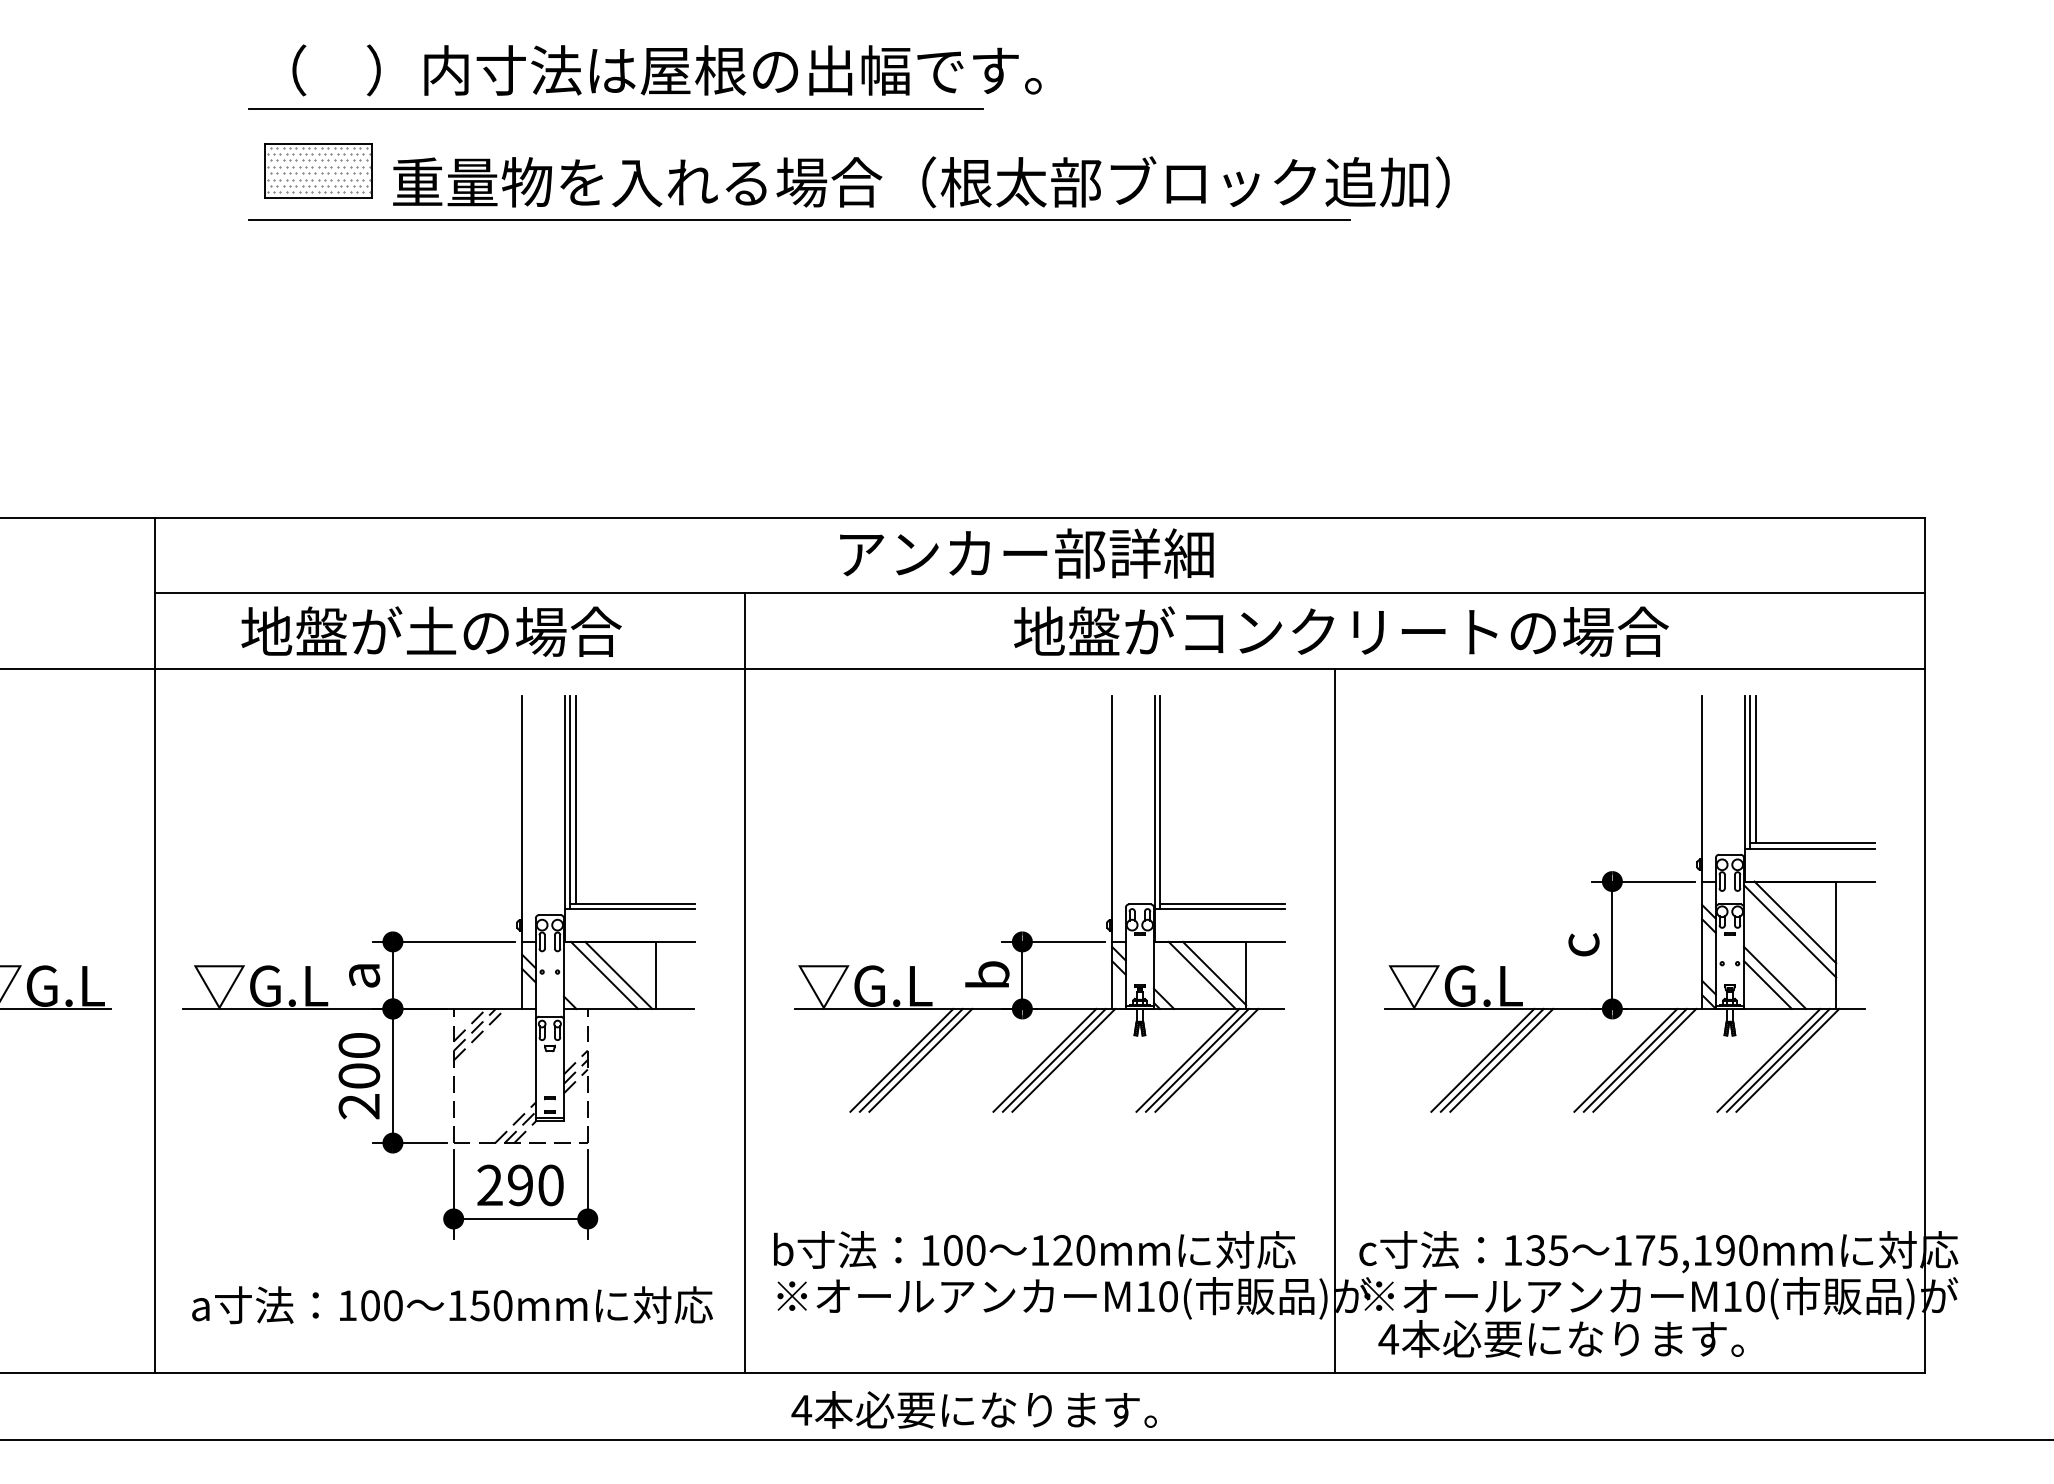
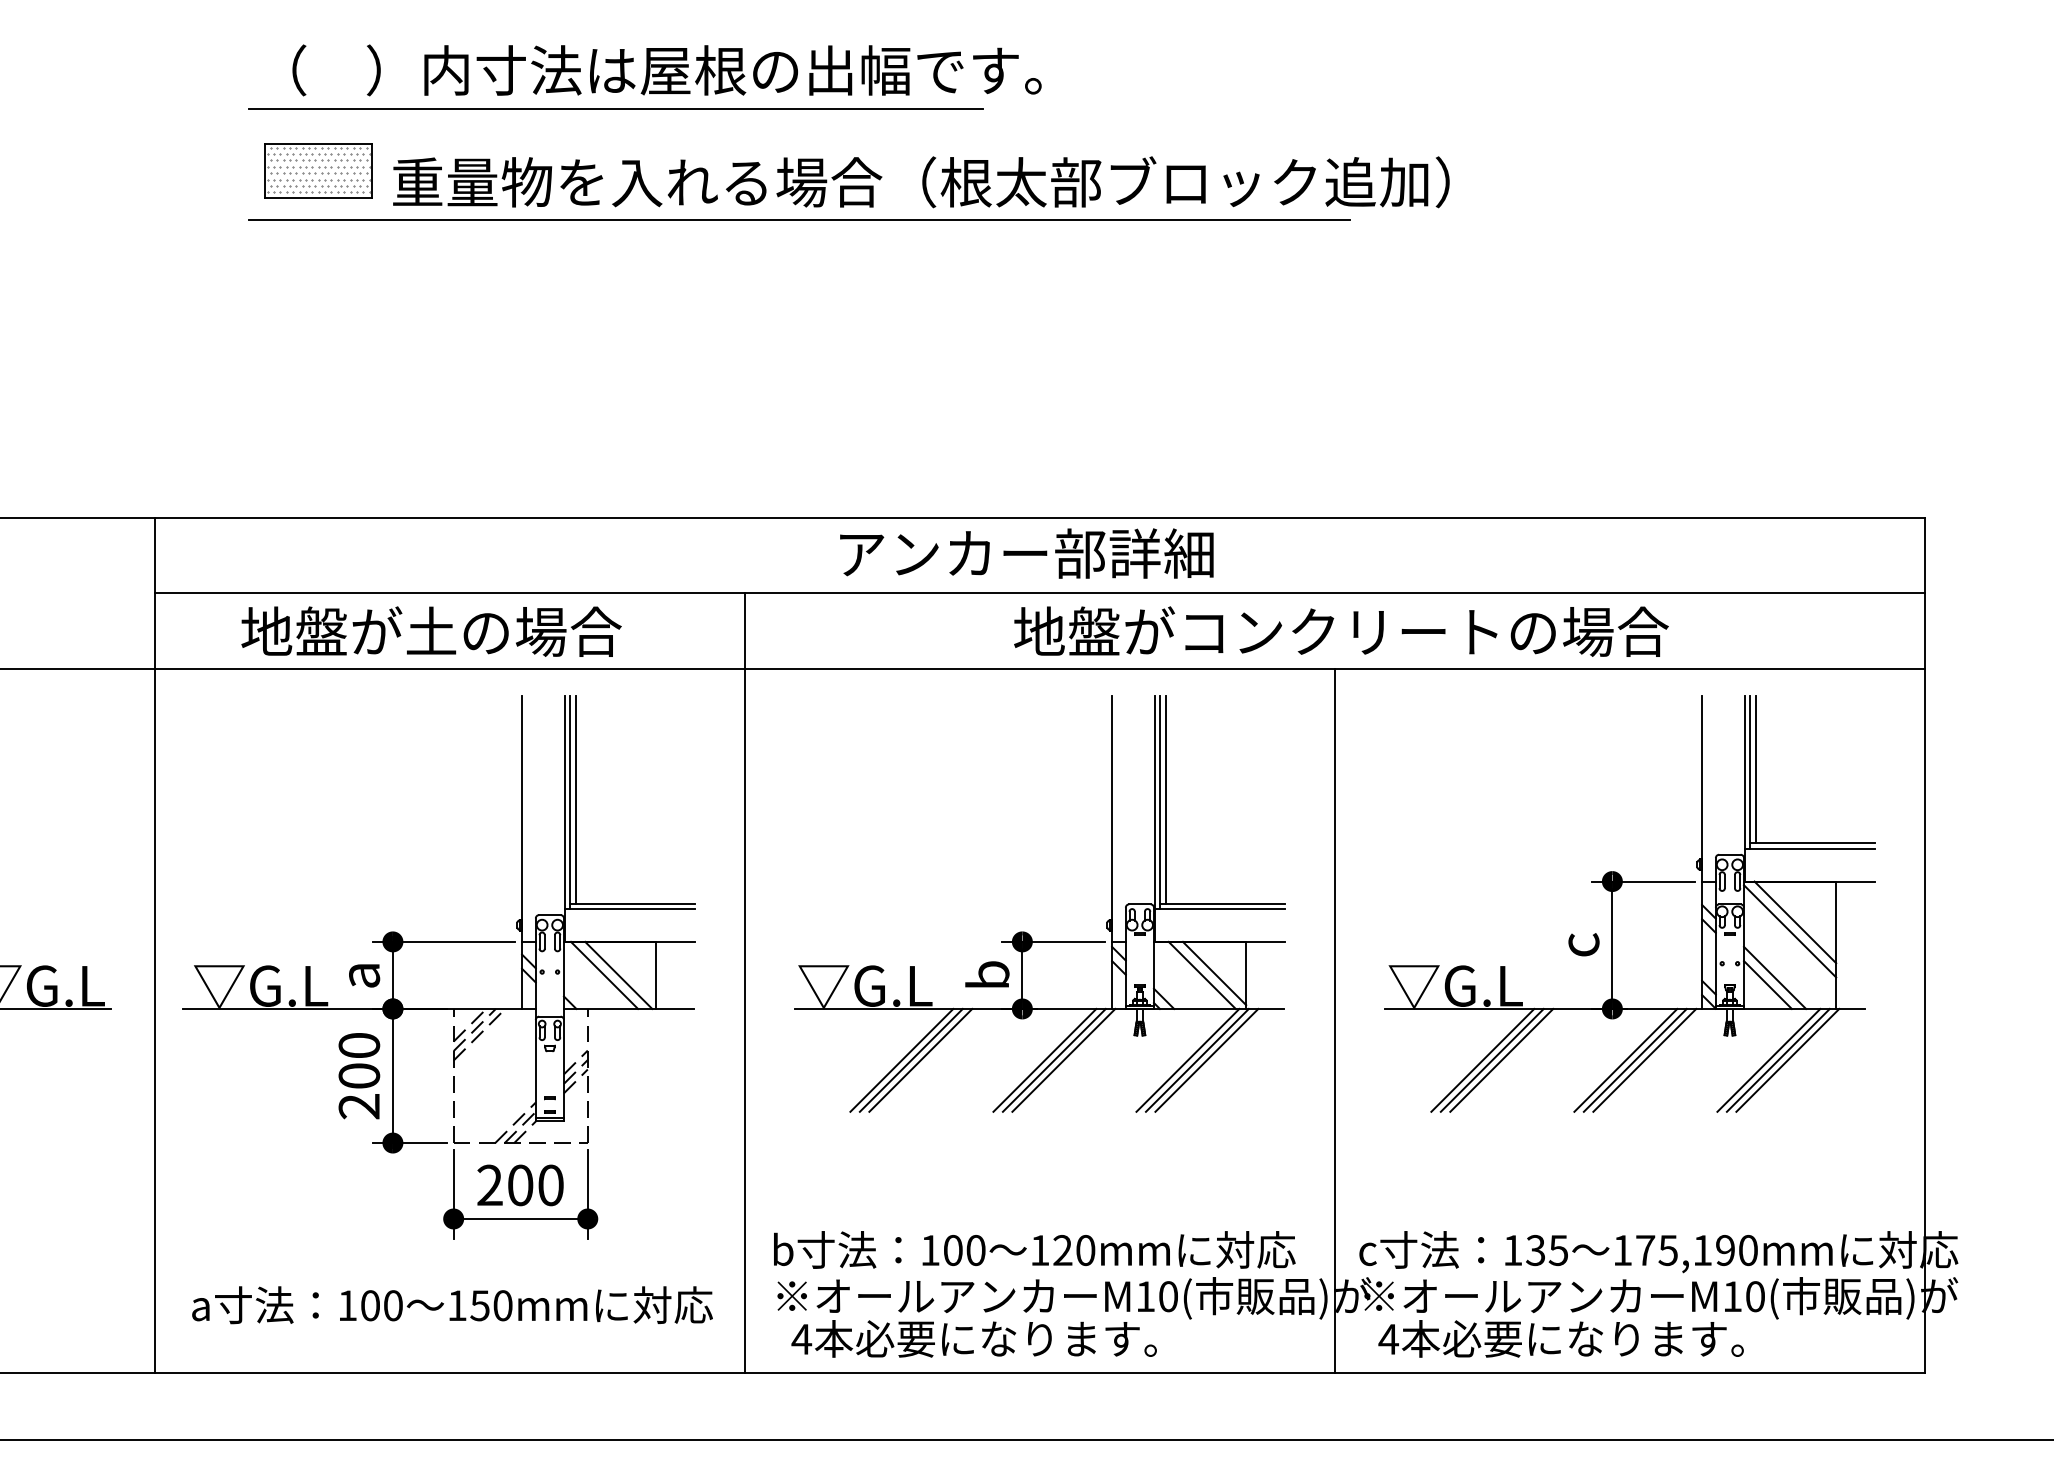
line at (1165, 799): none -> present
text at (520, 1185): 290 -> 200
text at (973, 1409) position: (973, 1409) -> (973, 1338)
